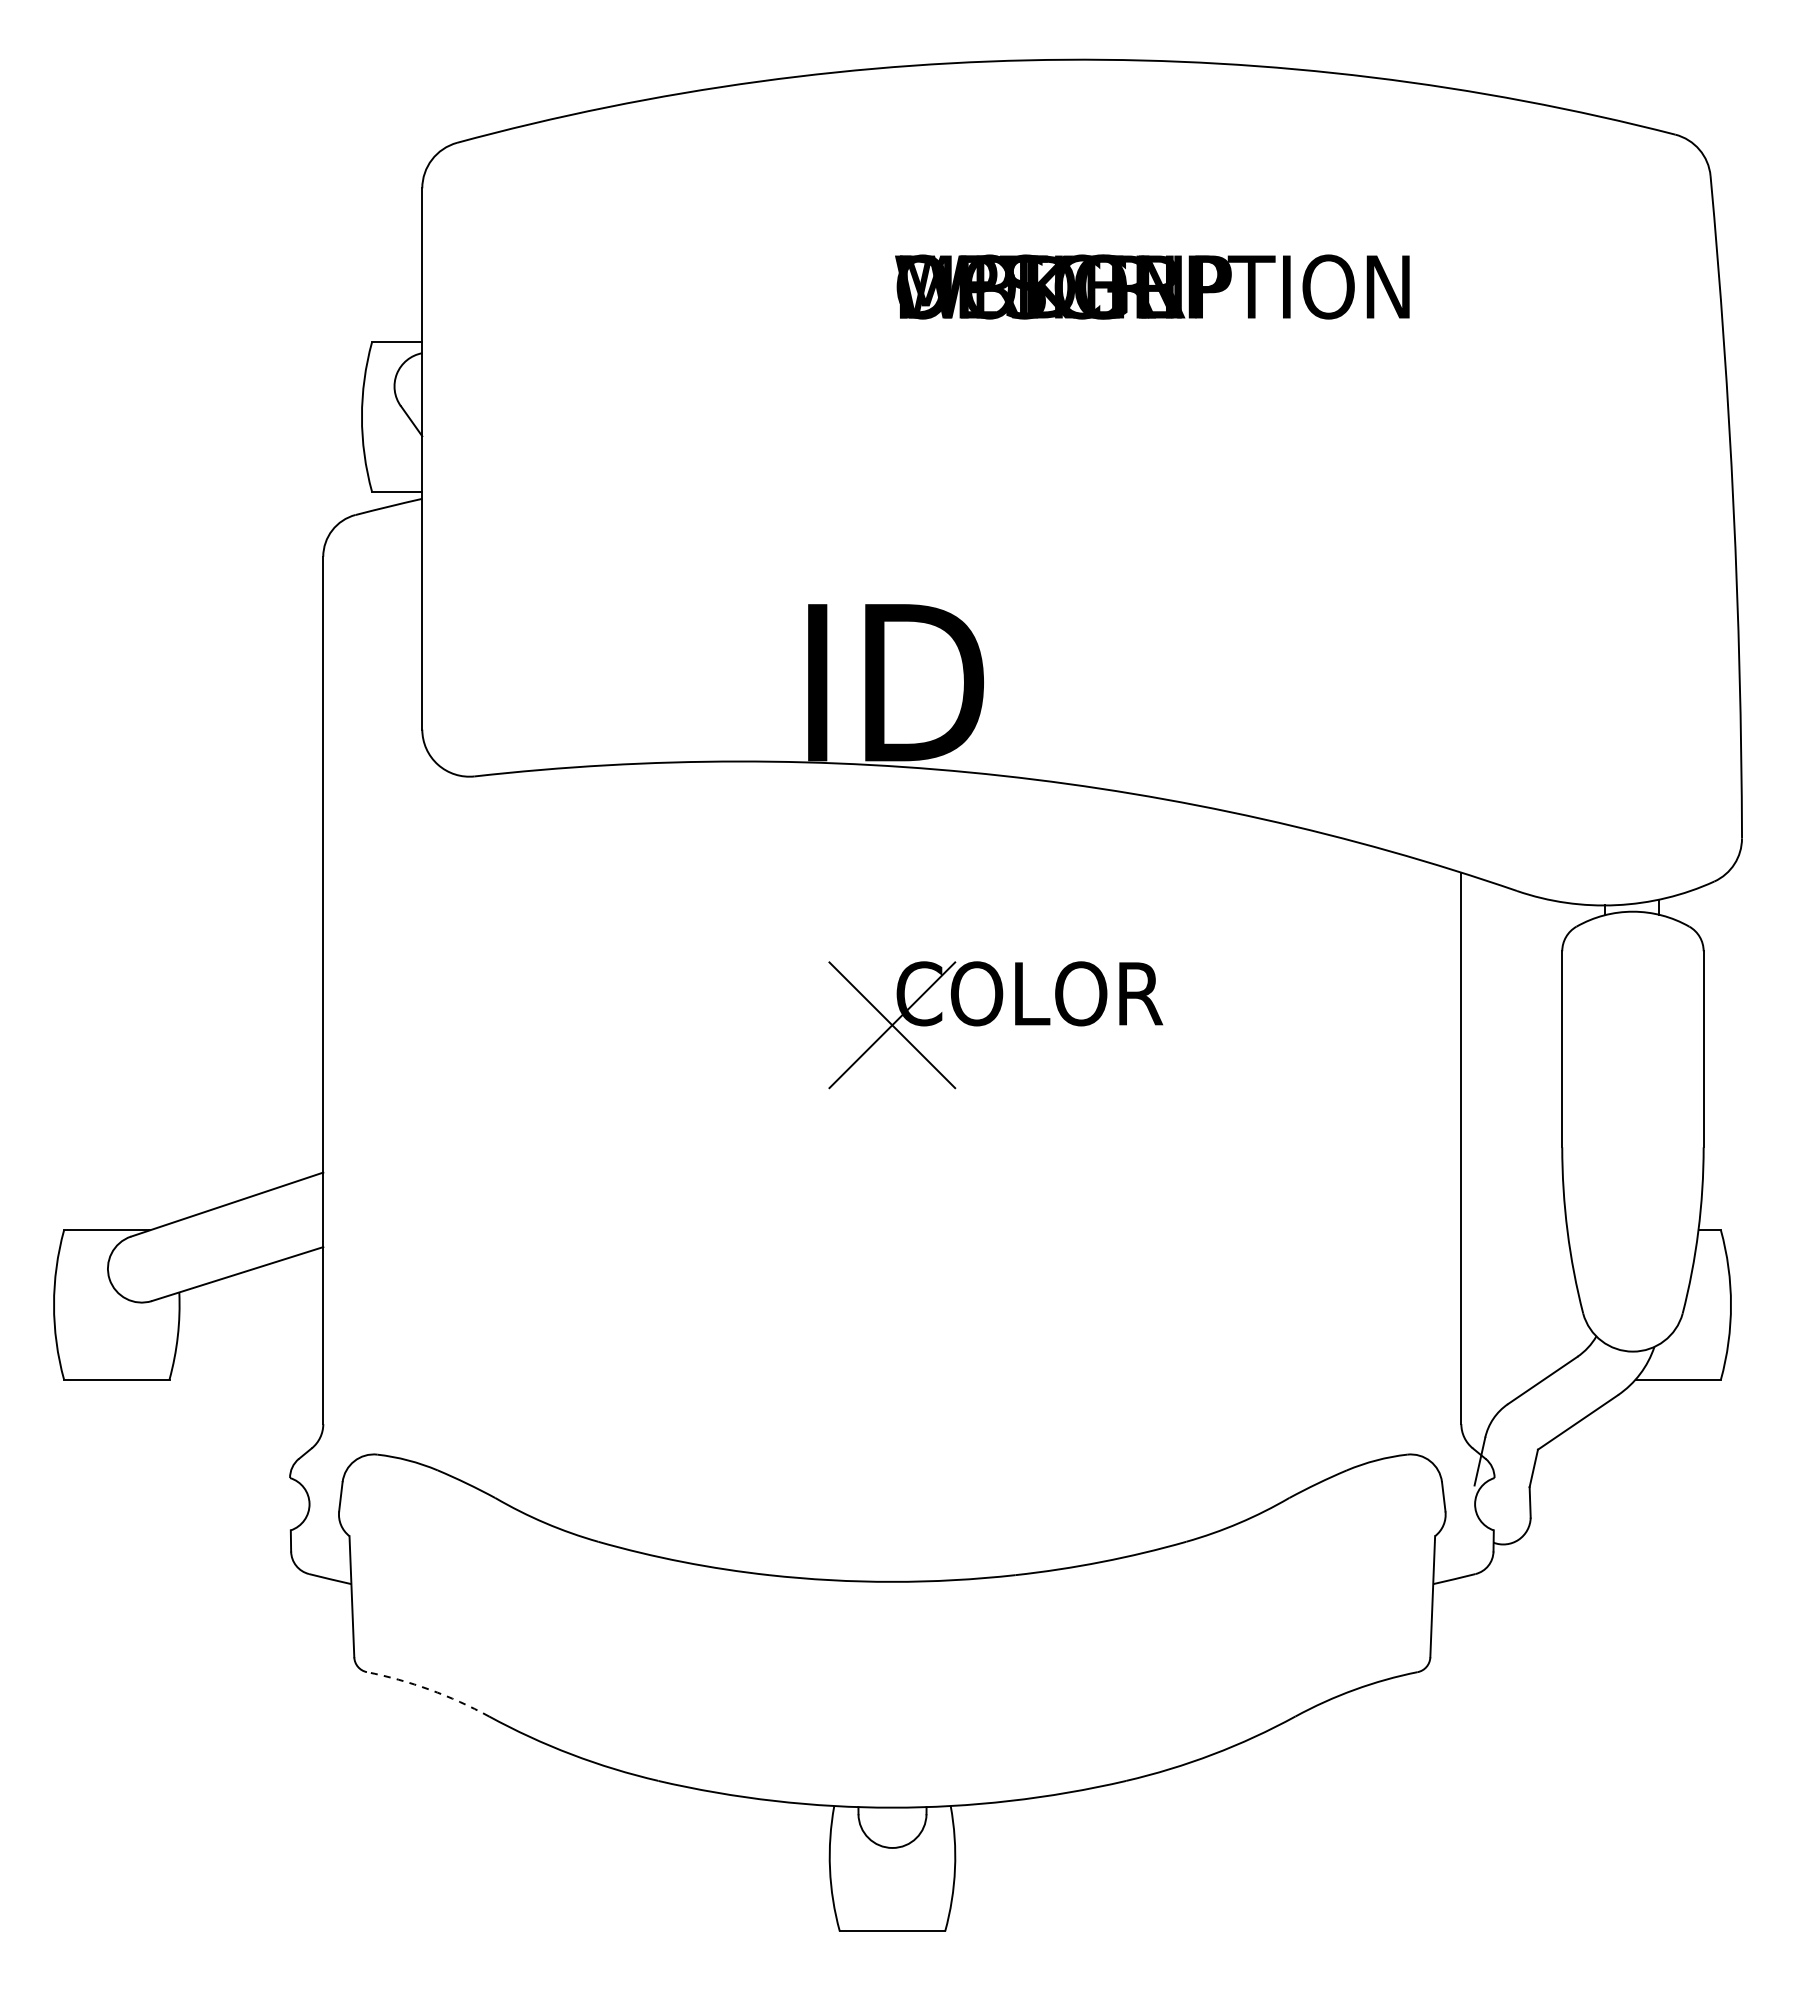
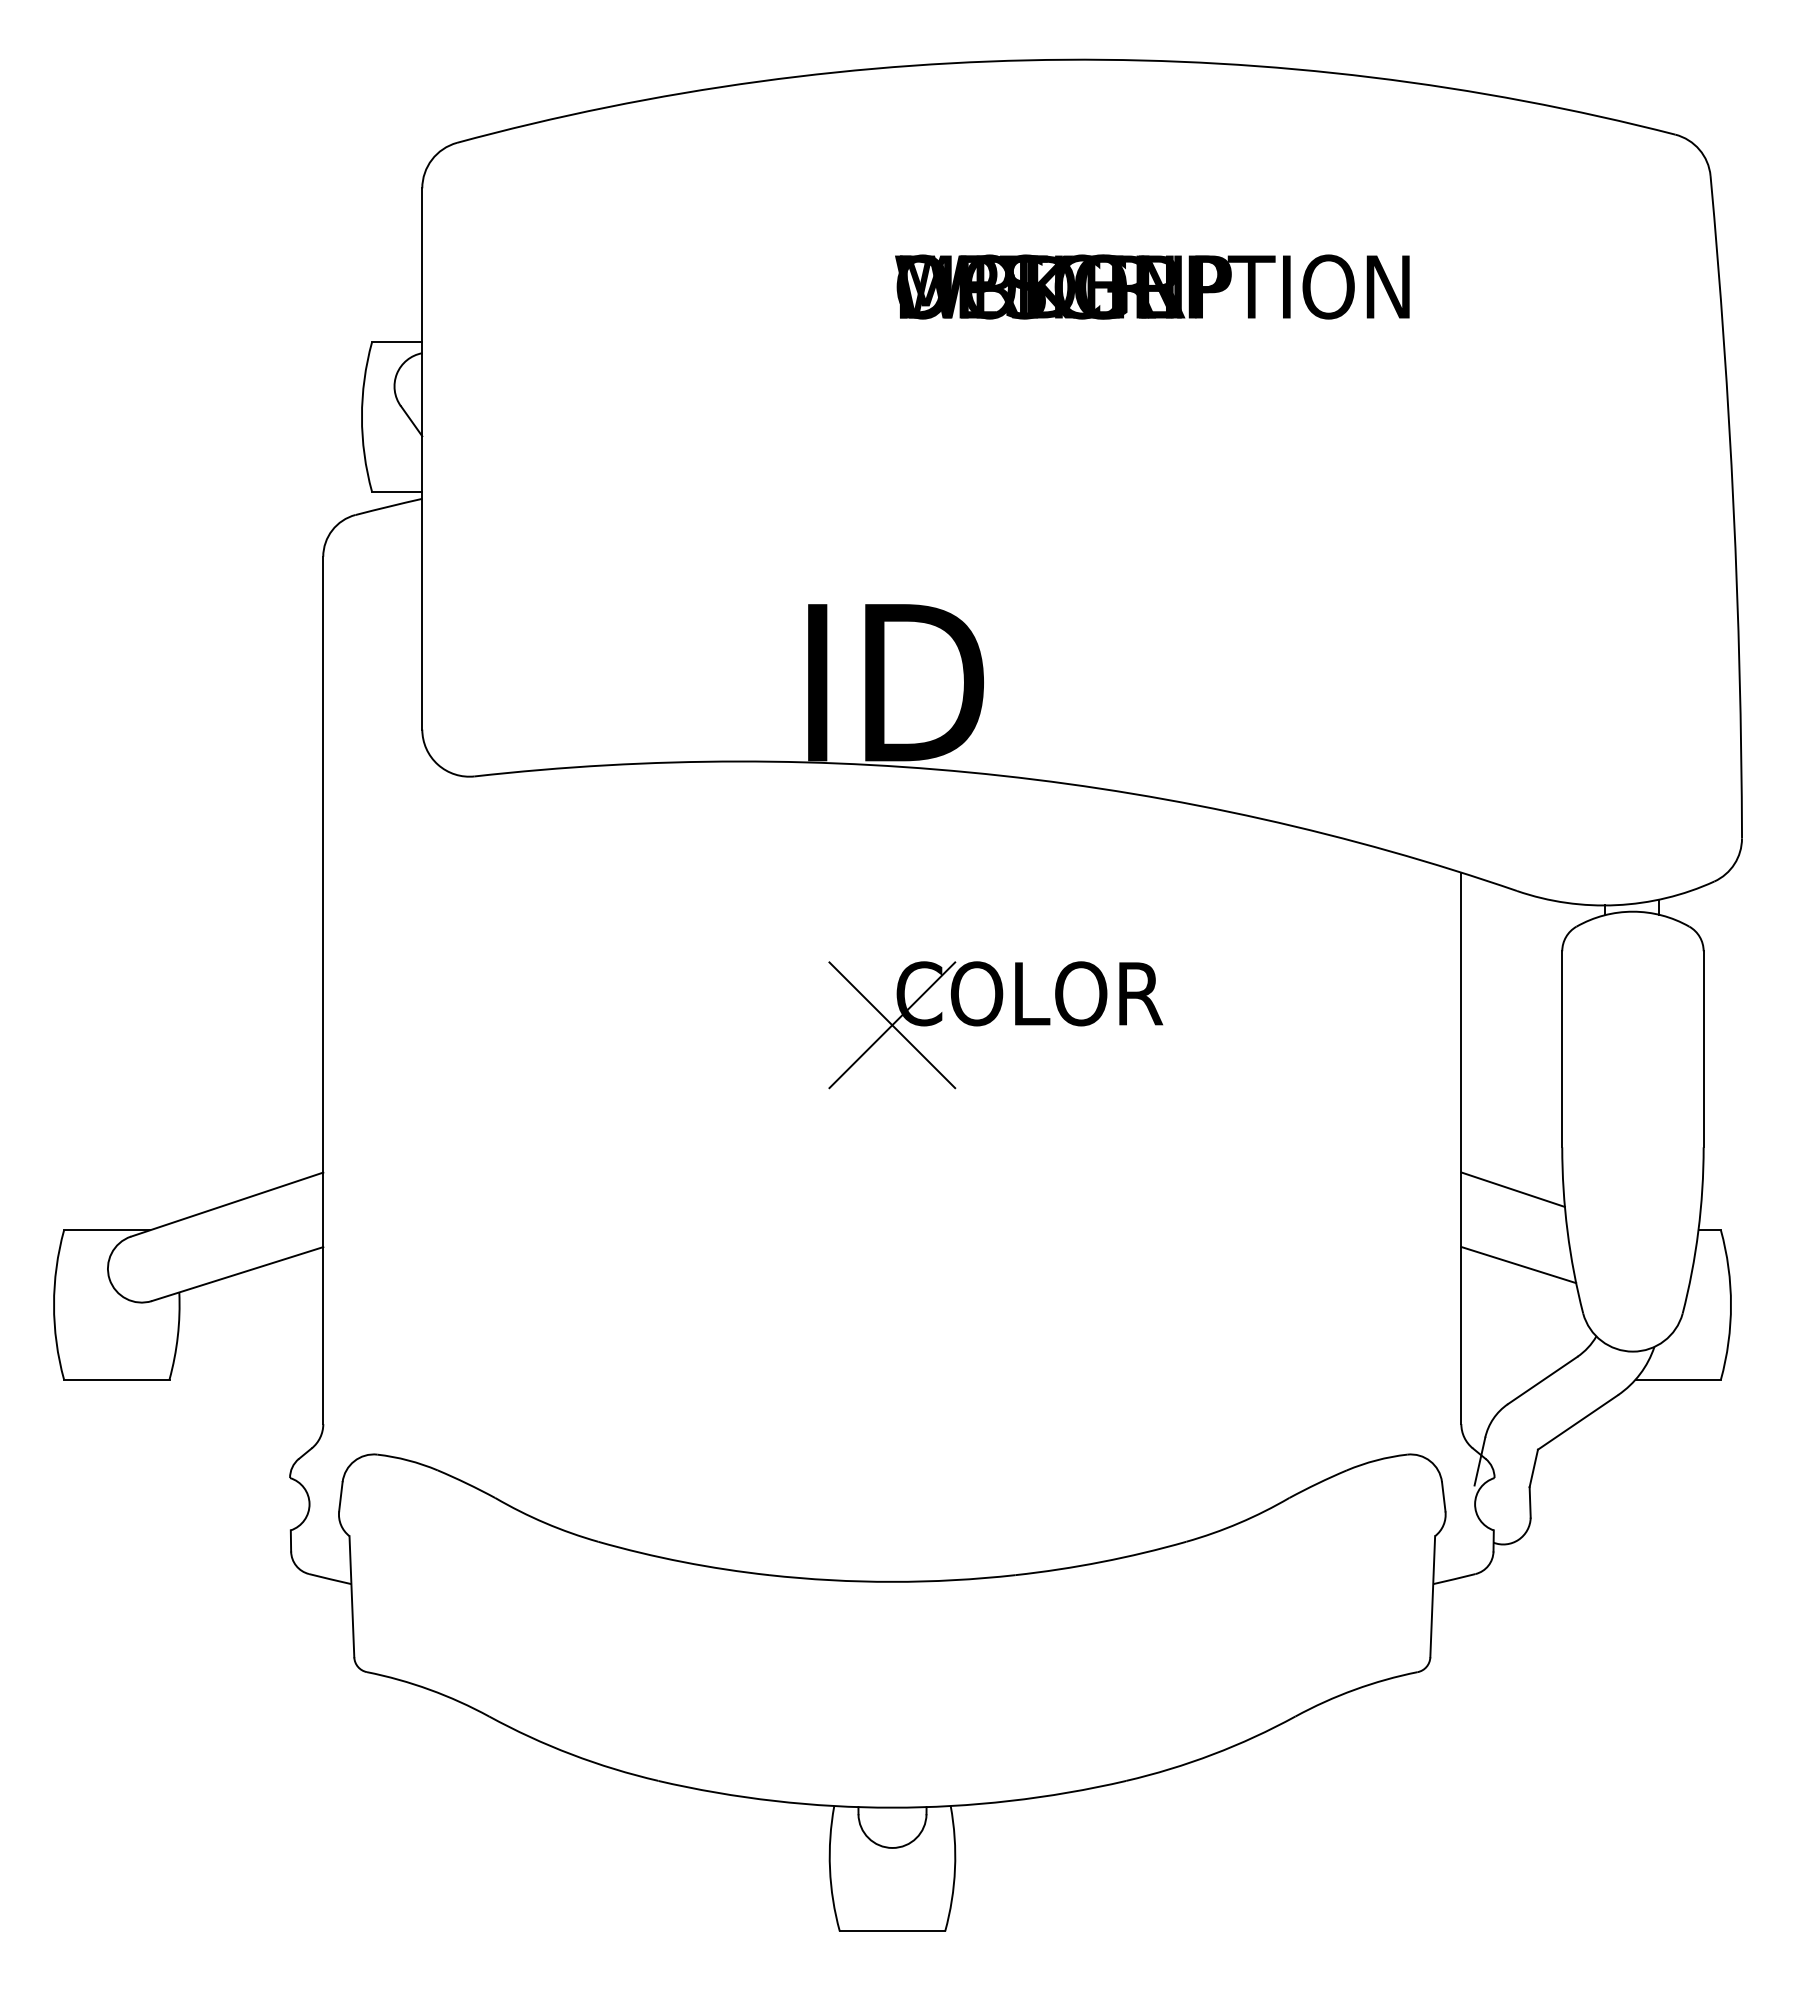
line at (1512, 1189): none -> present
line at (1518, 1264): none -> present
arc at (429, 1689): dashed -> solid
